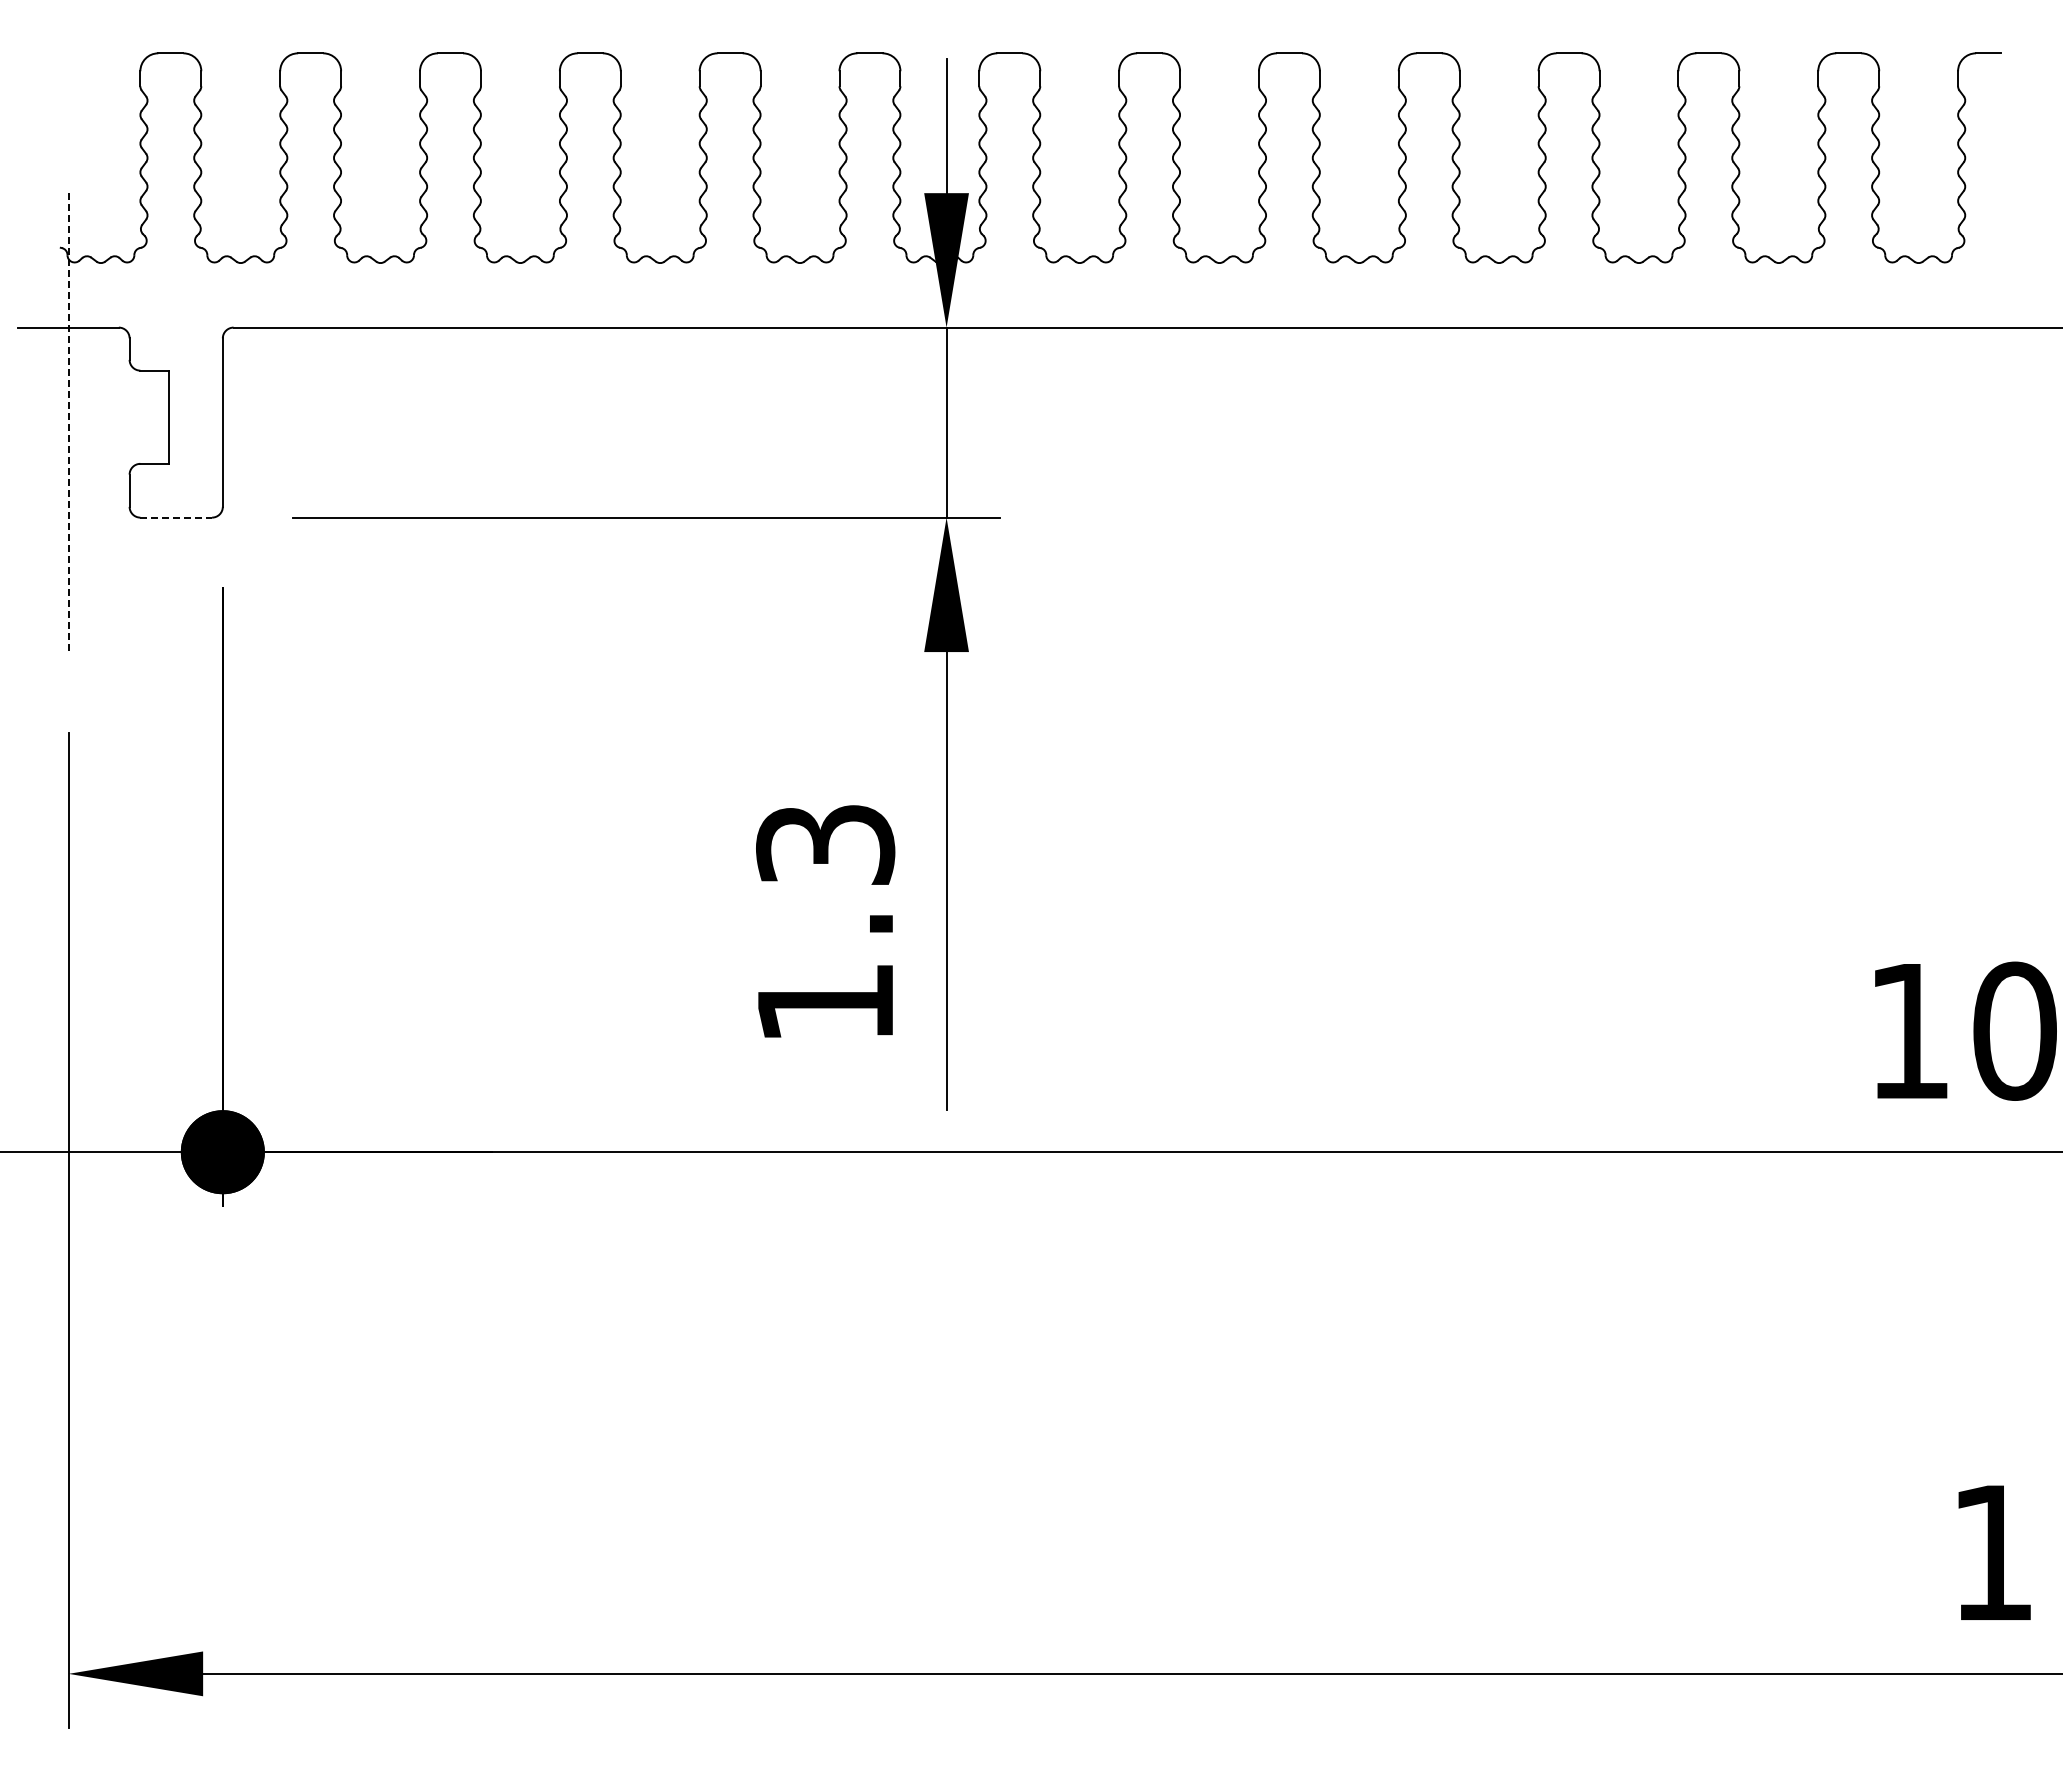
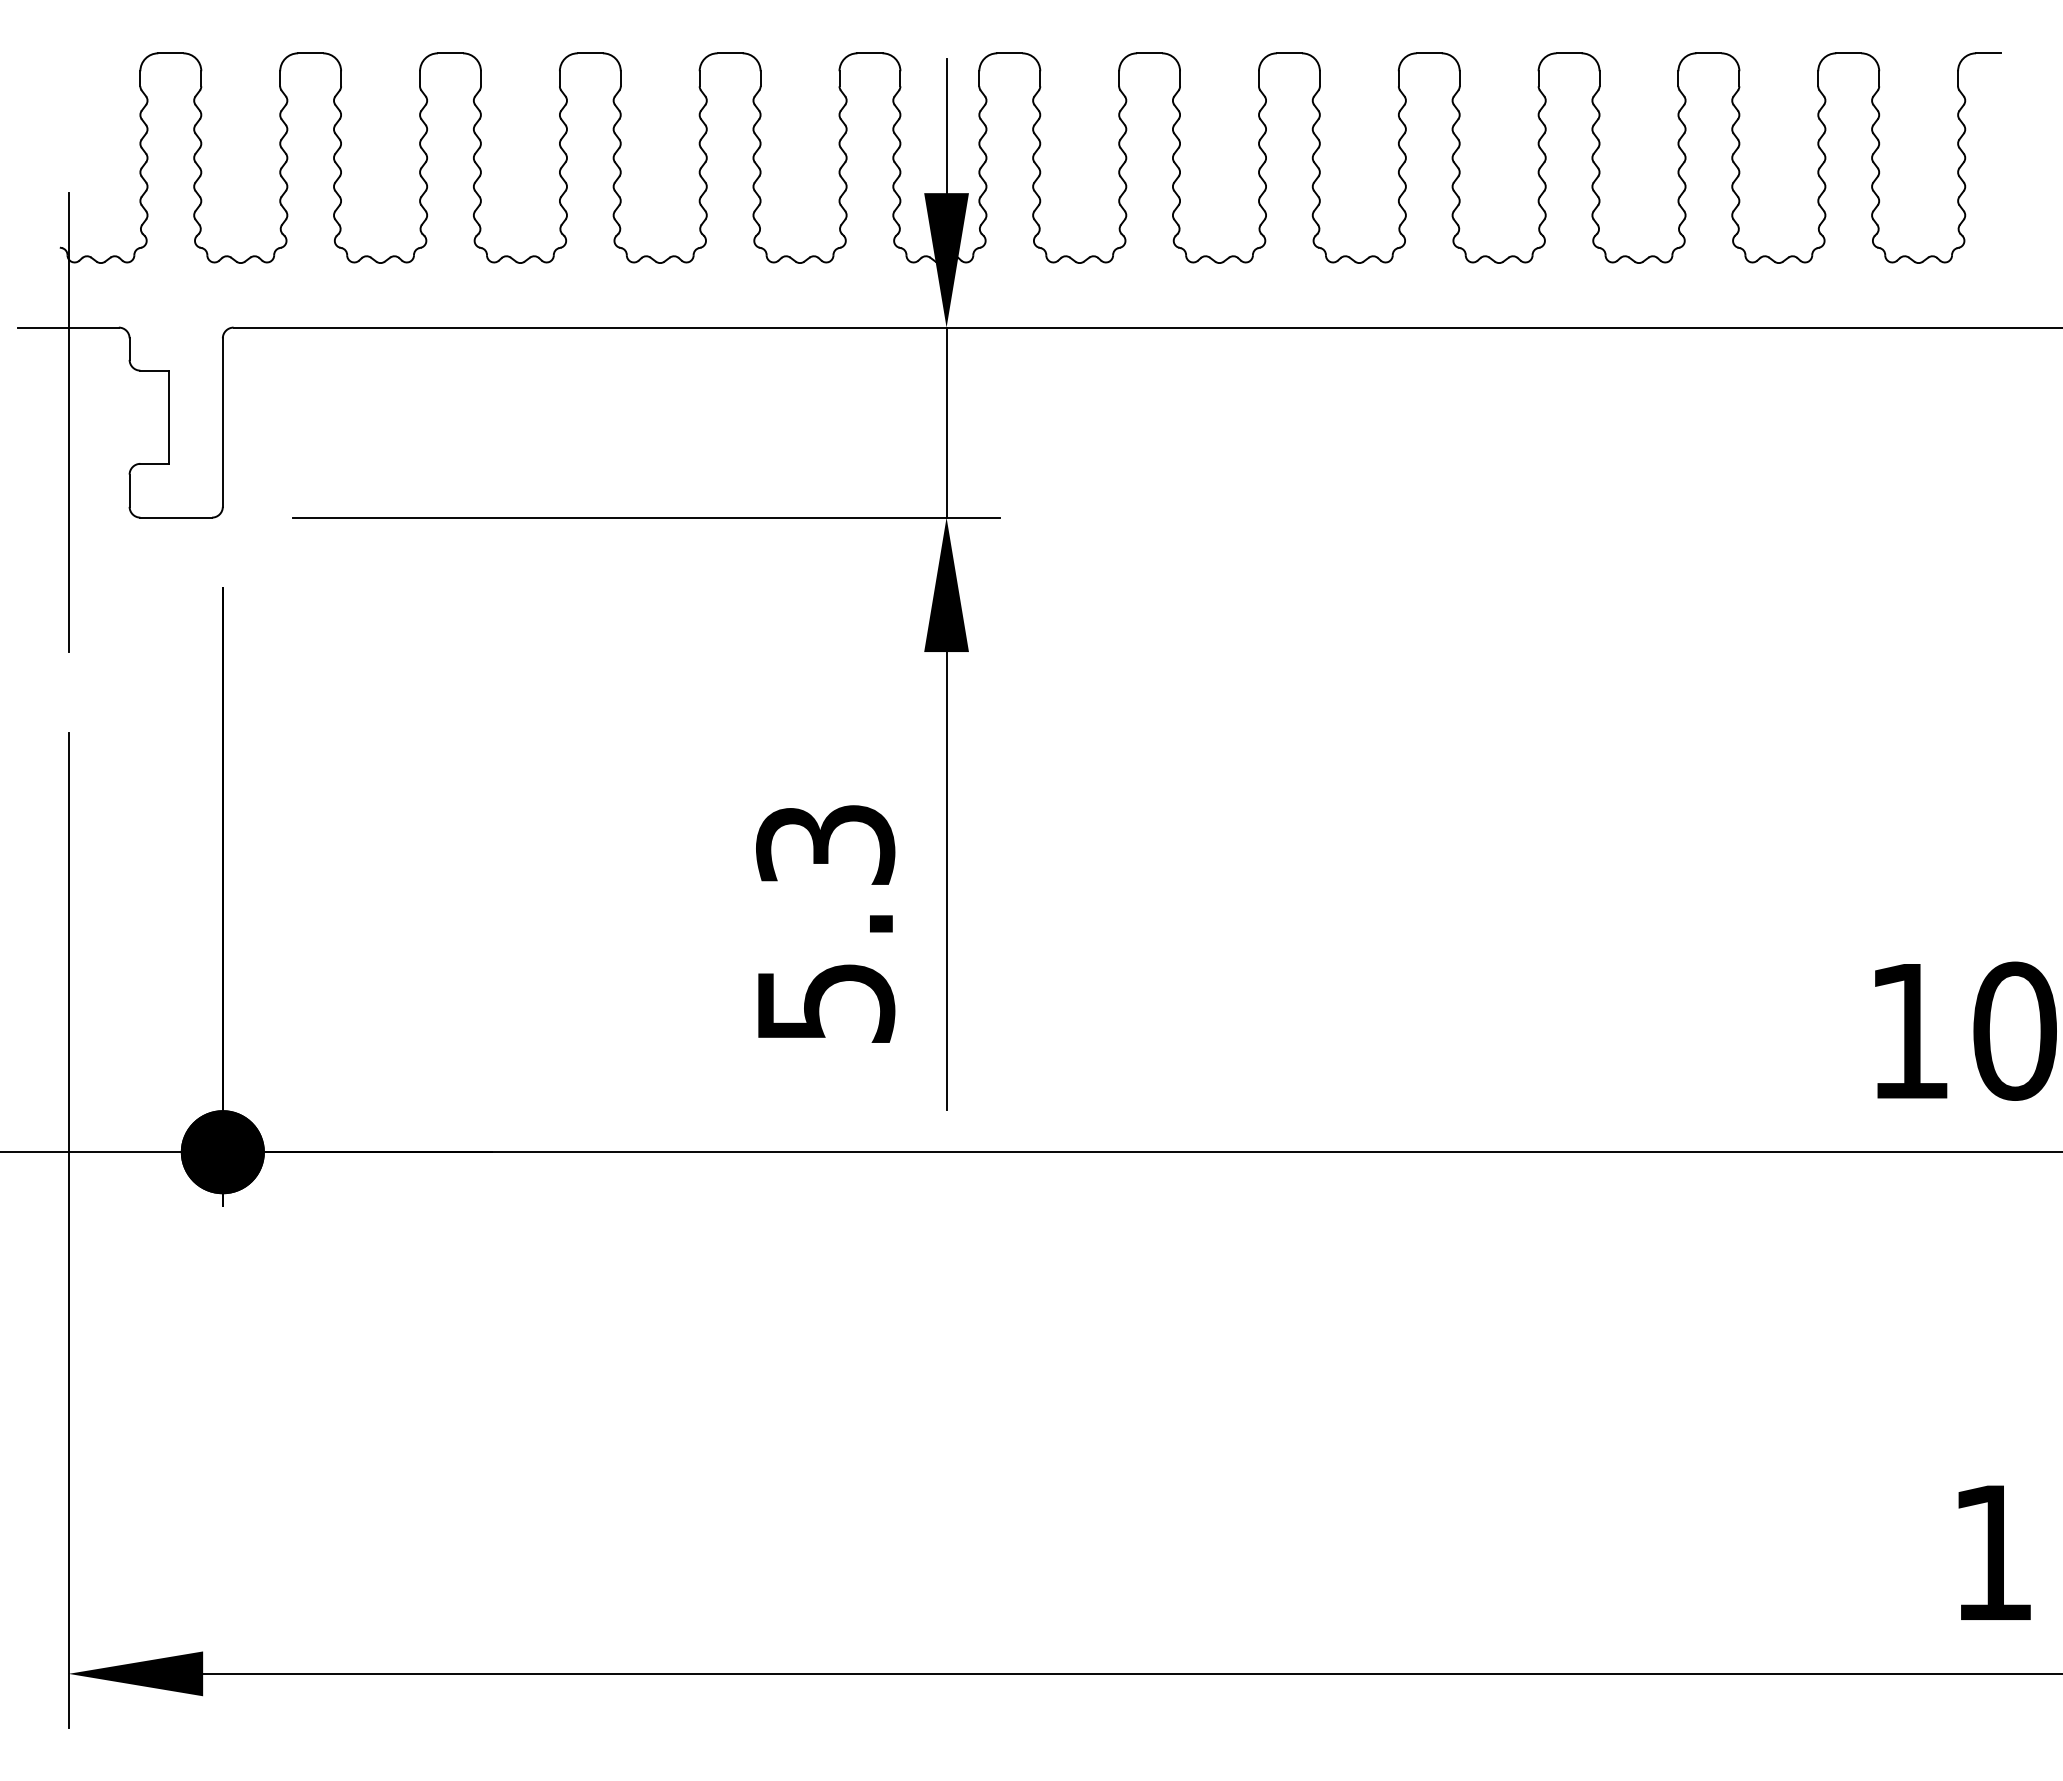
line at (68, 423): dashed -> solid
line at (176, 517): dashed -> solid
text at (826, 1003): 1.3 -> 5.3
